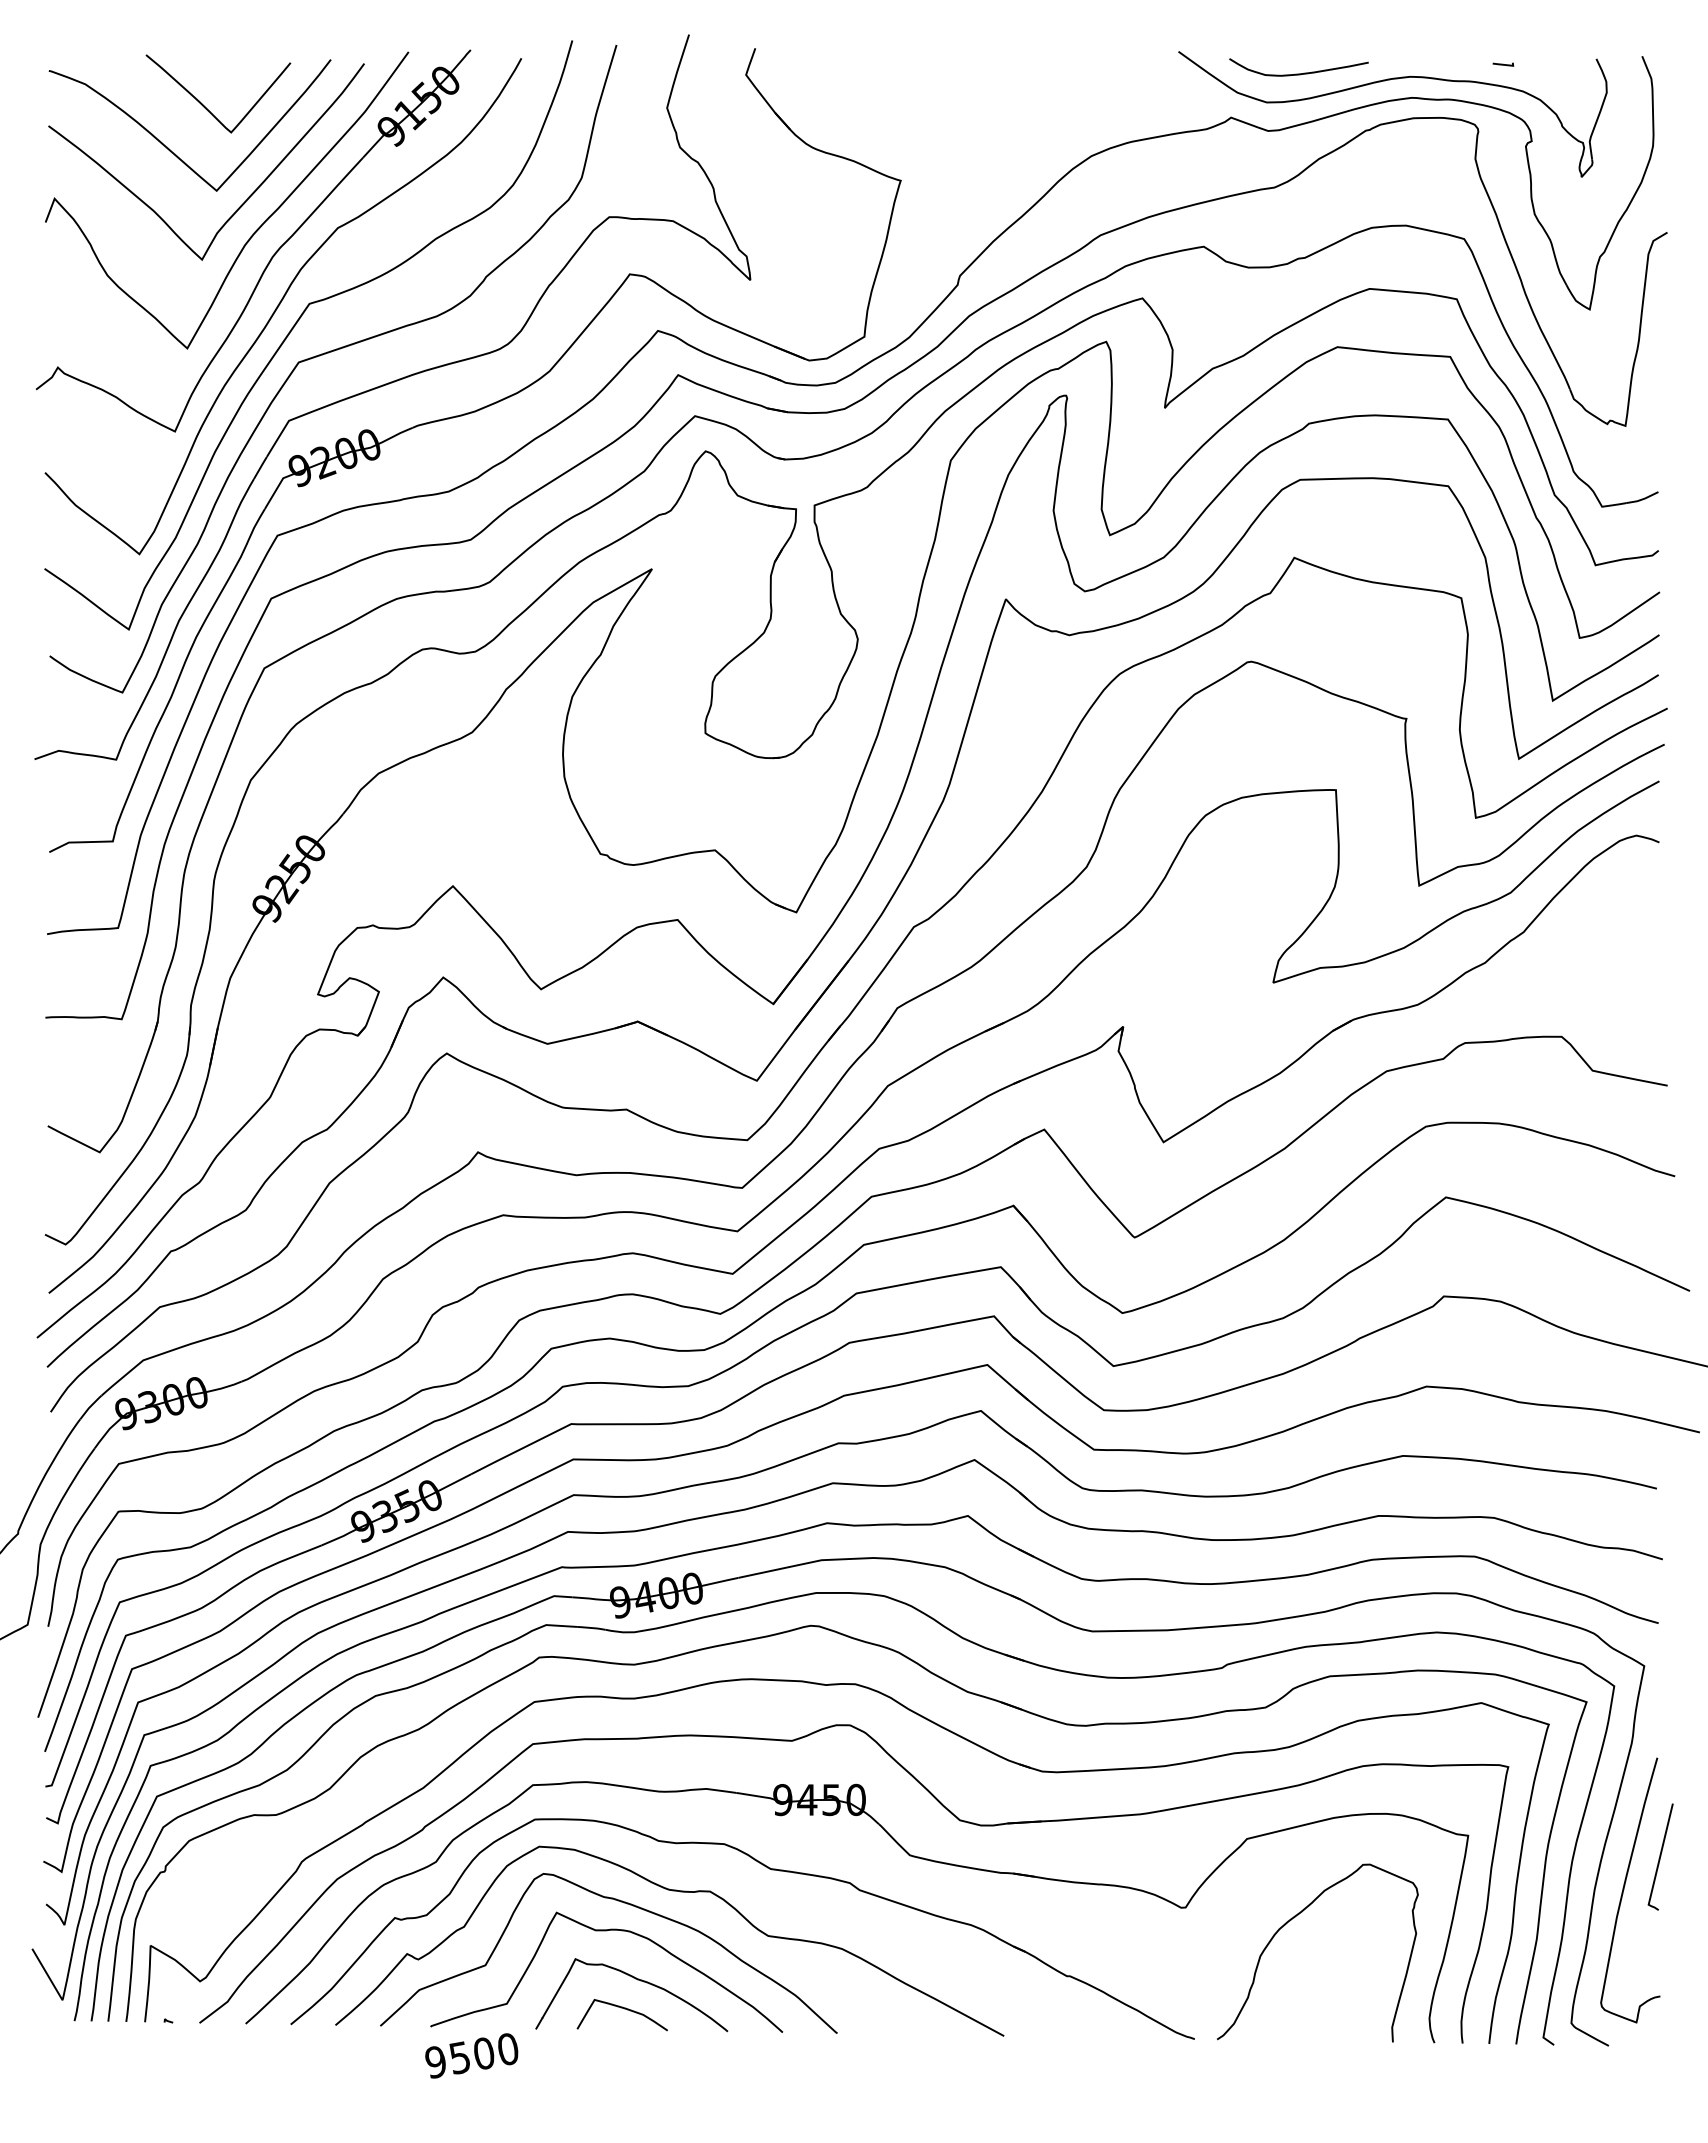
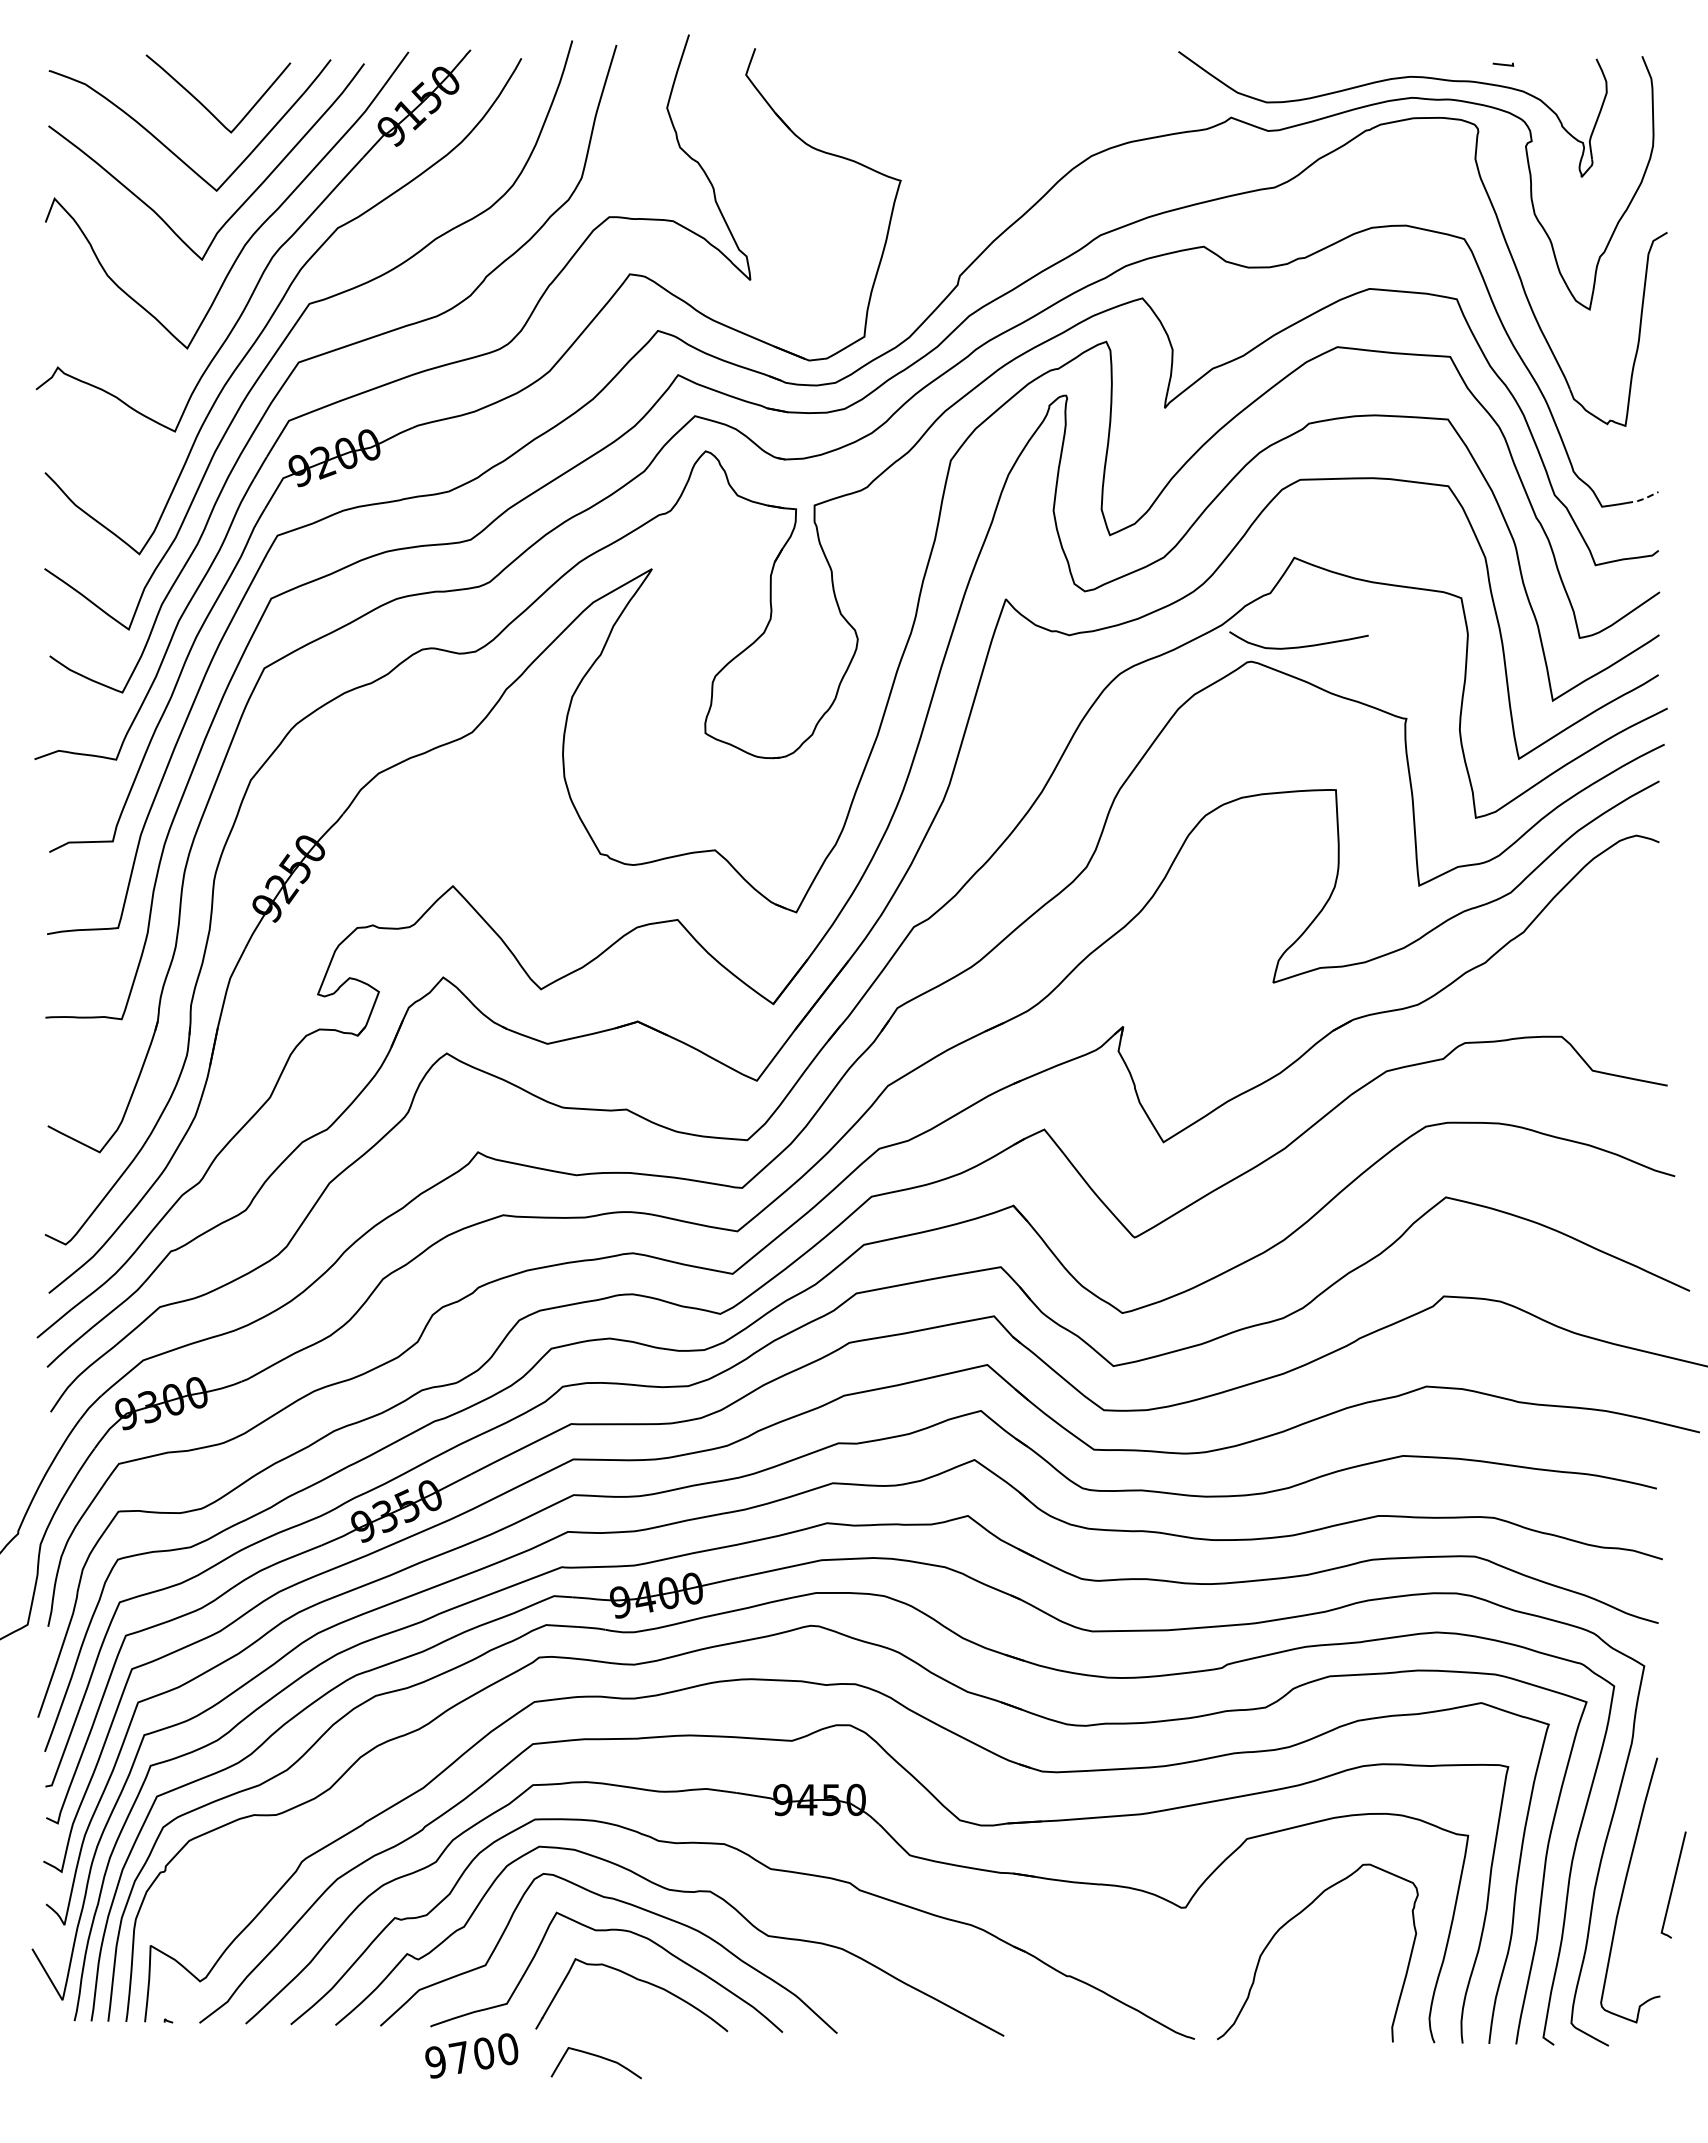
curve at (1298, 73) position: (1298, 73) -> (1298, 646)
line at (1642, 499): solid -> dashed
line at (1660, 1856) position: (1660, 1856) -> (1673, 1884)
curve at (624, 2009) position: (624, 2009) -> (598, 2057)
text at (458, 2057): 9500 -> 9700
